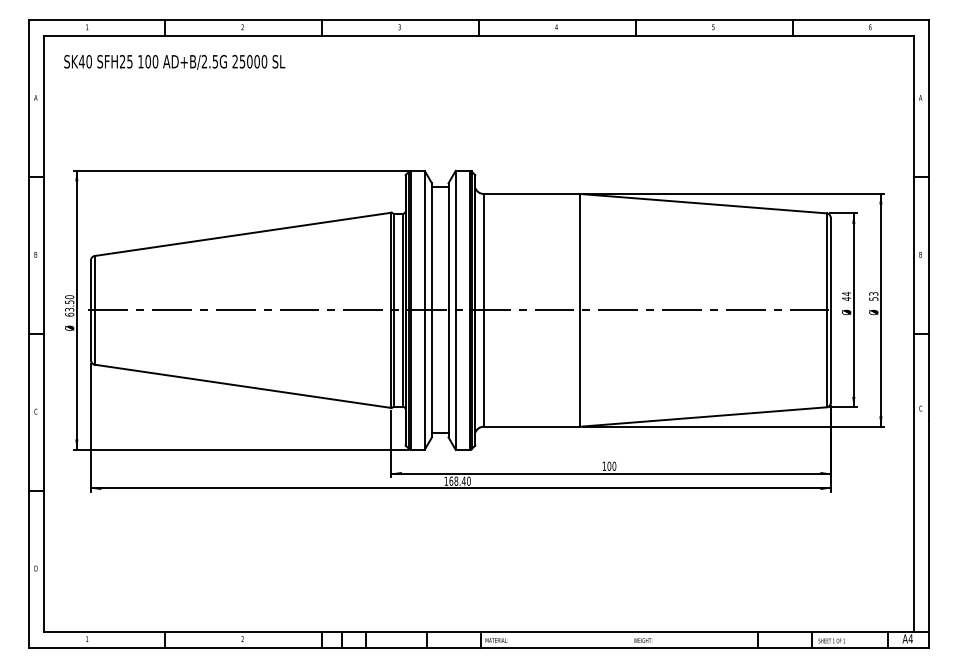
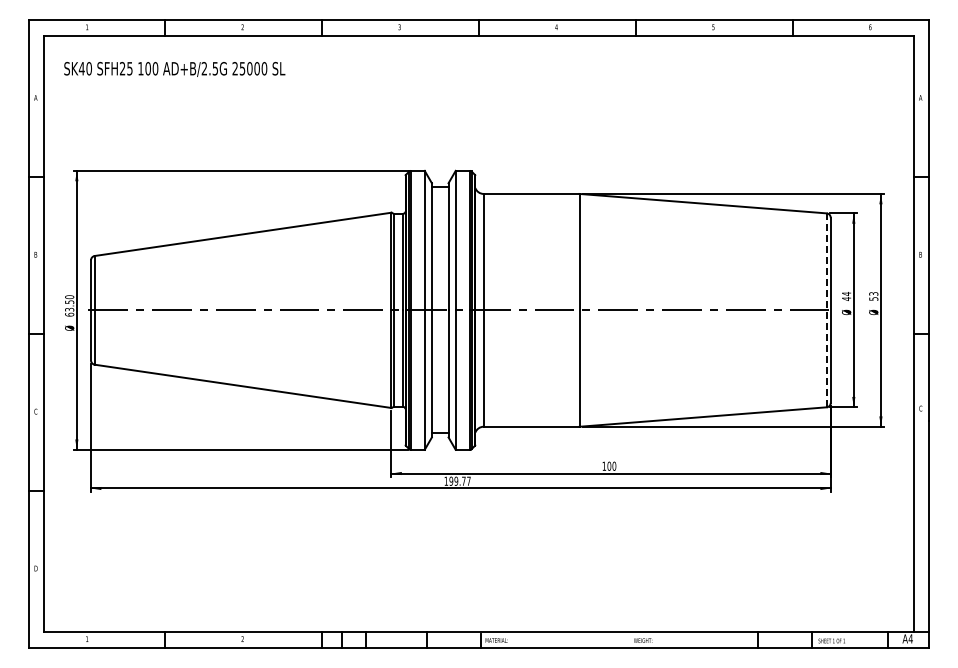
text at (174, 62) position: (174, 62) -> (174, 69)
line at (826, 310): solid -> dashed
text at (459, 480): 168.40 -> 199.77
